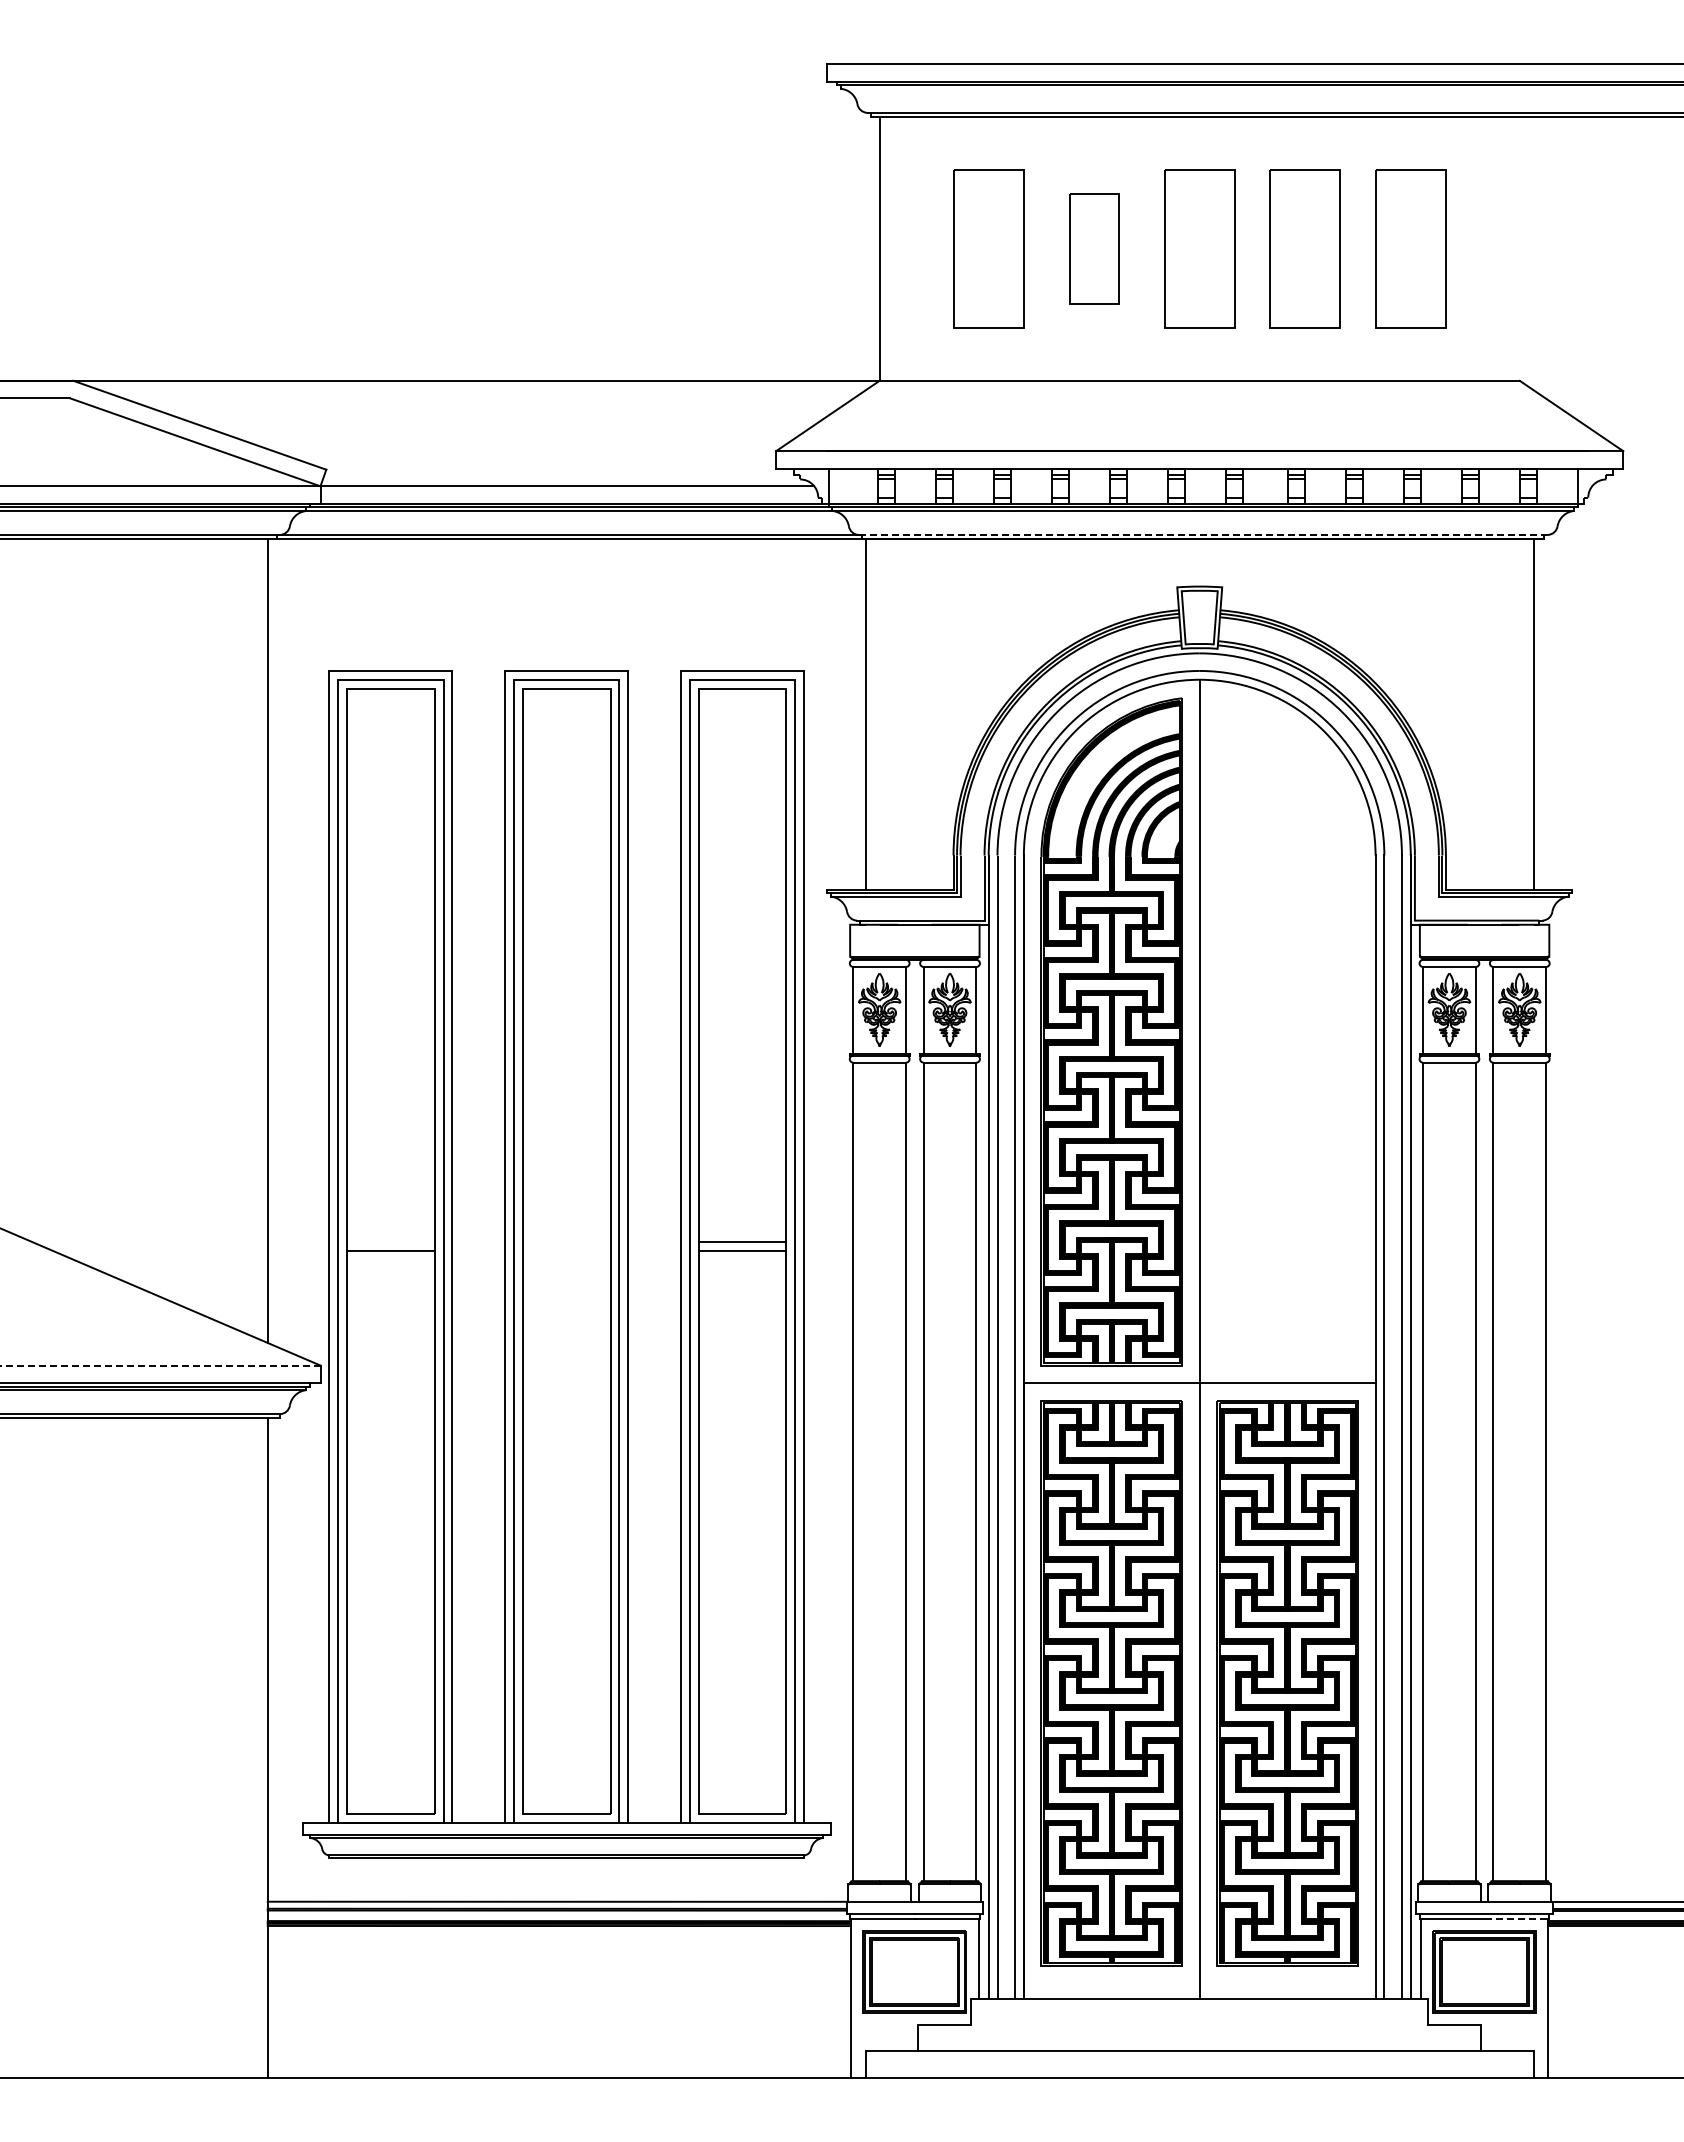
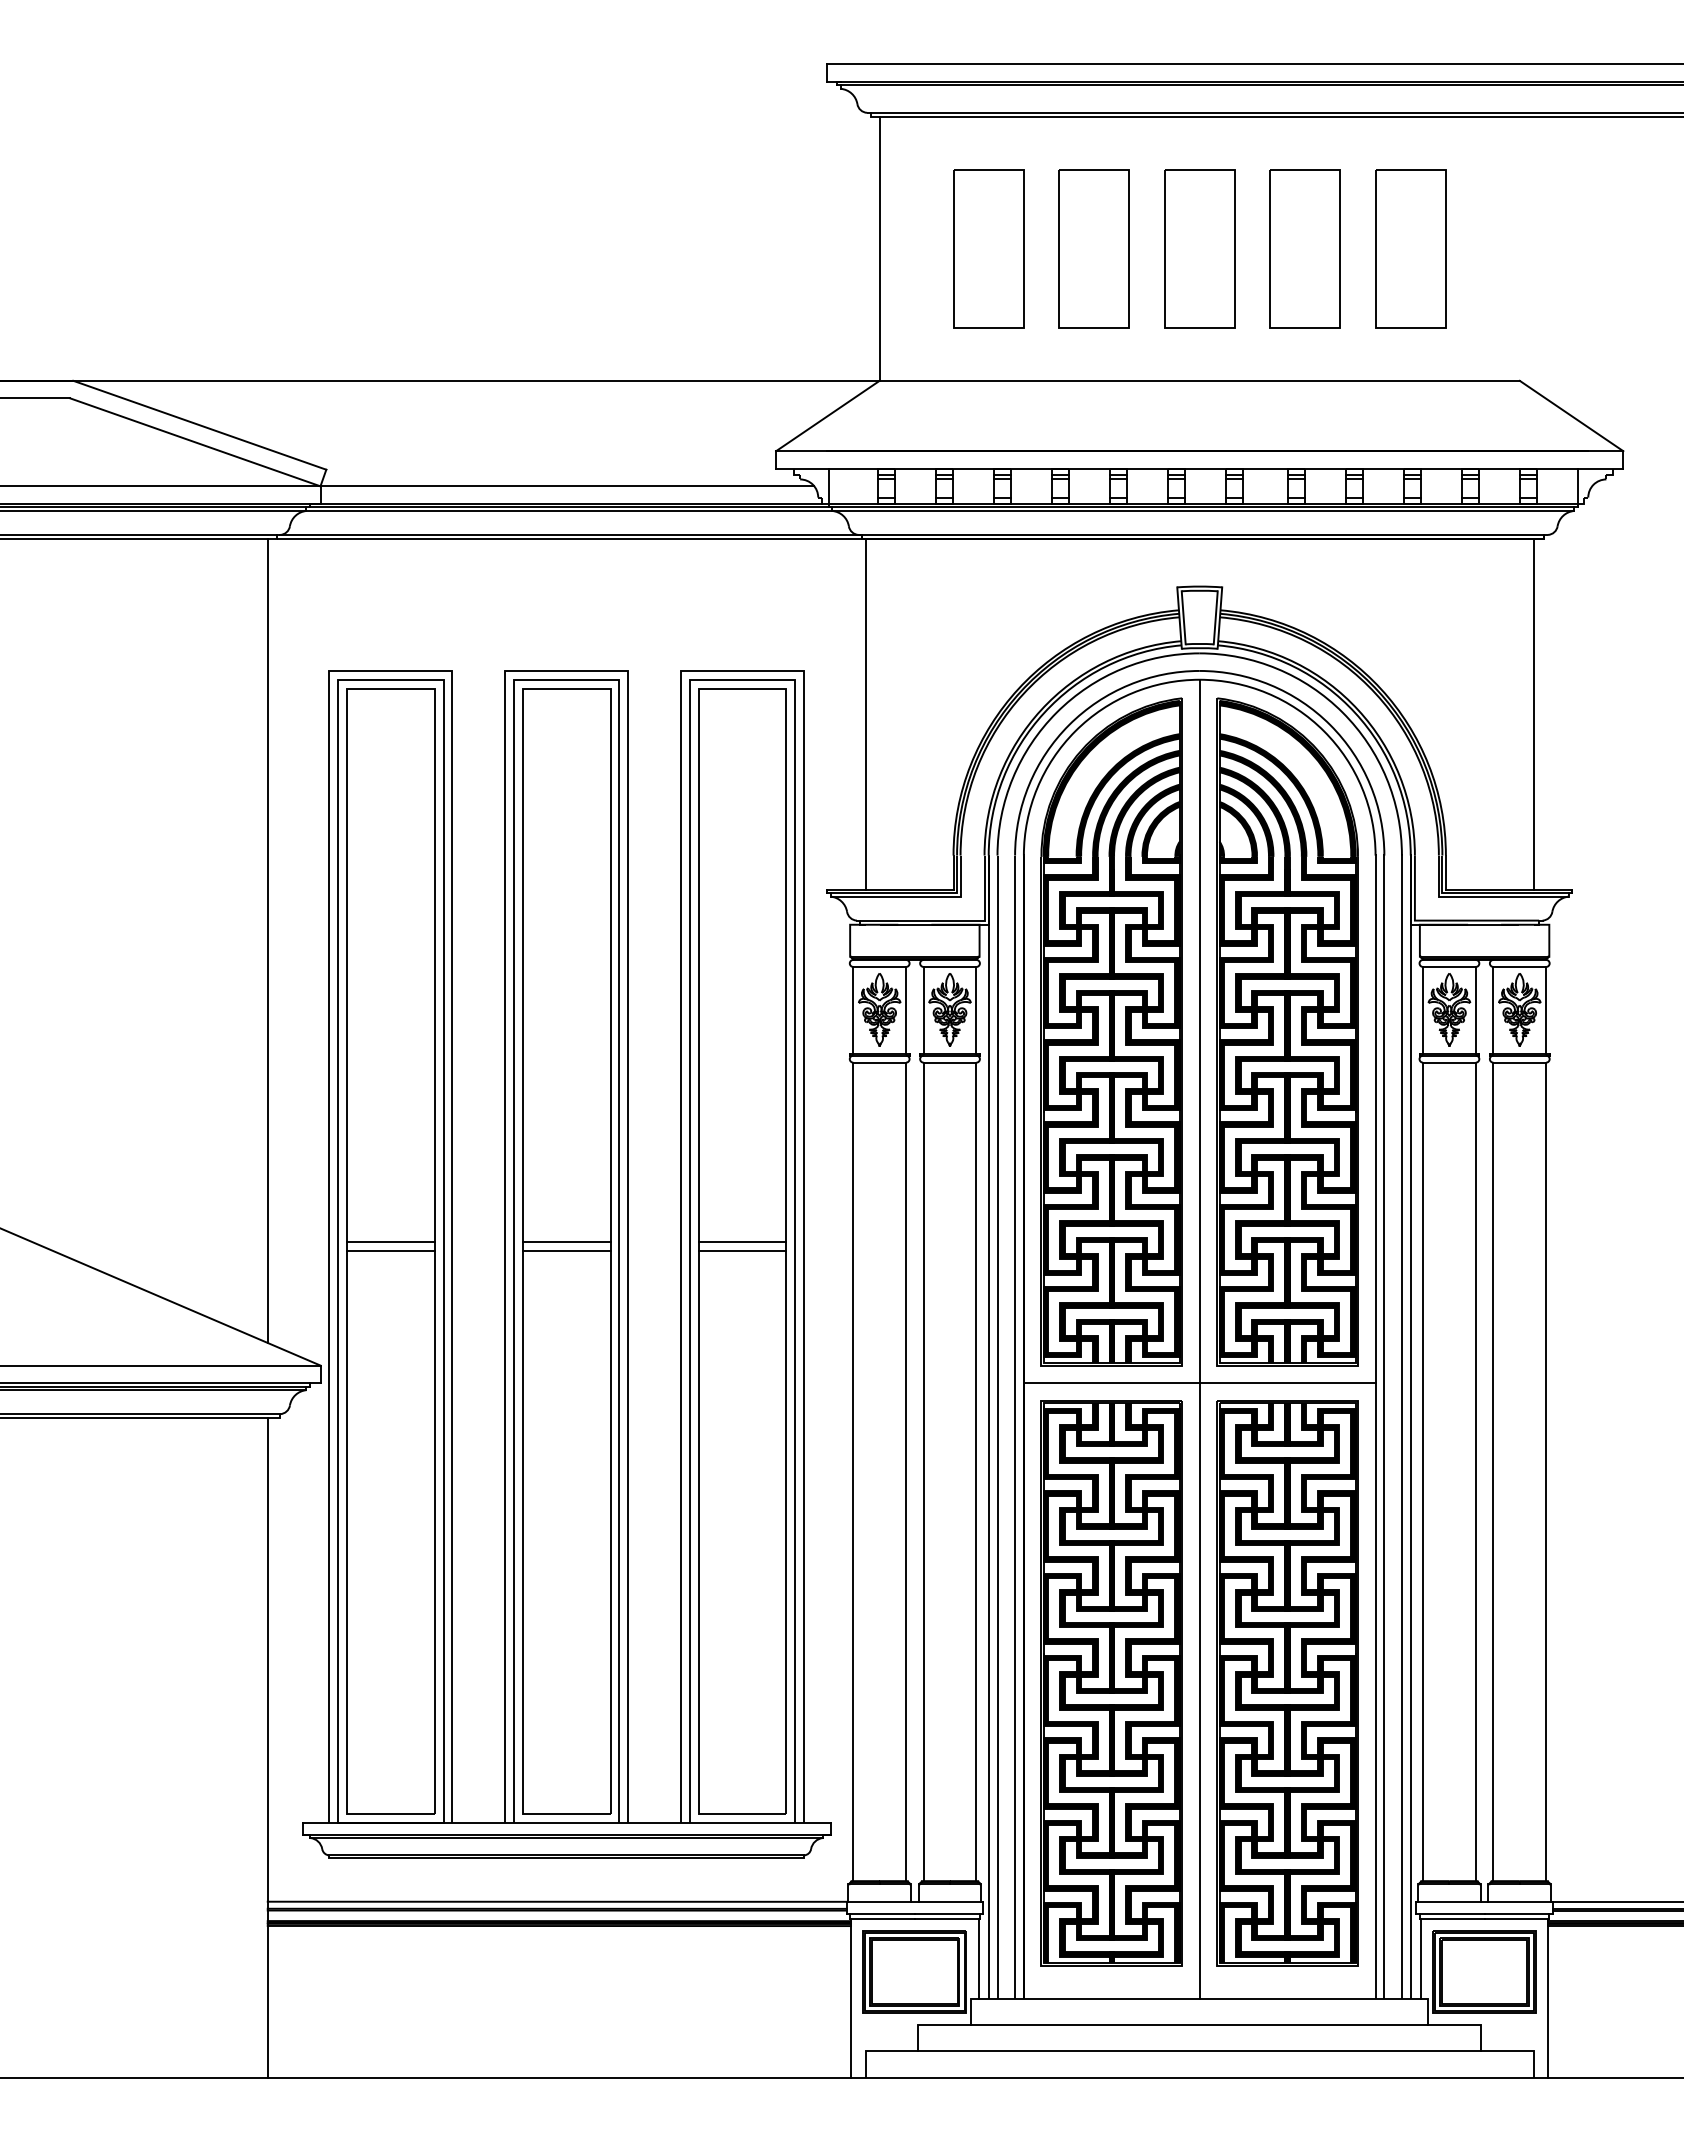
part at (1094, 248) size: 51x112 px -> 72x160 px
line at (1201, 534): dashed -> solid
part at (1287, 1031): none -> present
line at (390, 1242): none -> present
line at (566, 1242): none -> present
line at (566, 1251): none -> present
line at (160, 1365): dashed -> solid
line at (1517, 1918): dashed -> solid
line at (1199, 2024): none -> present
